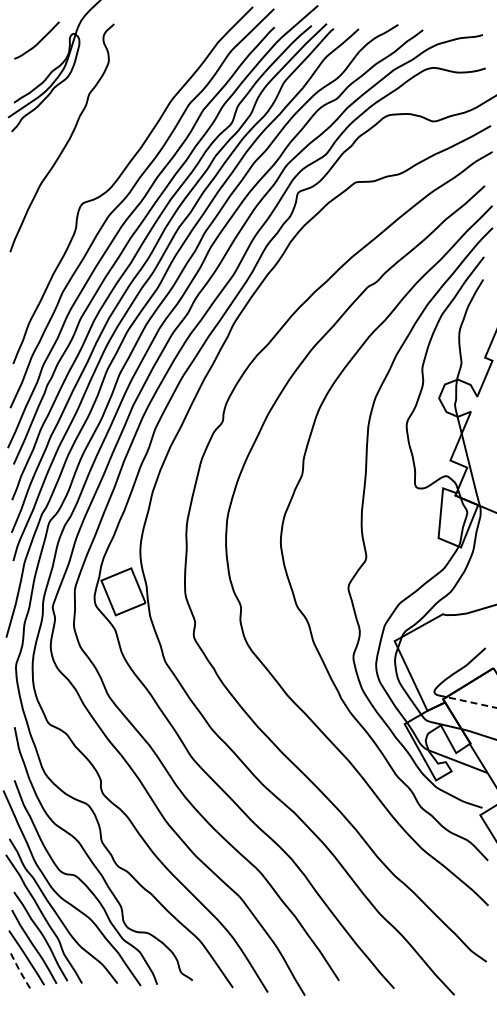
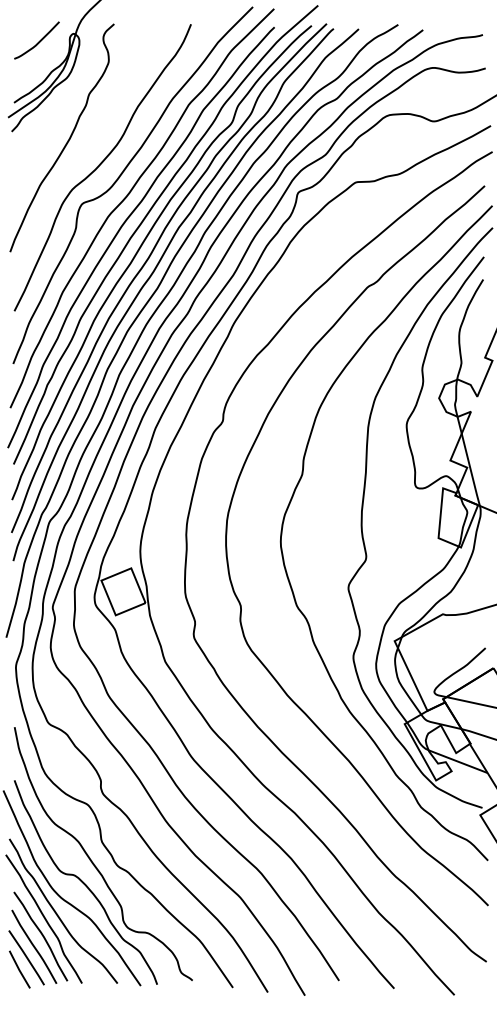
curve at (100, 165): none -> present
line at (470, 702): dashed -> solid
line at (19, 970): dashed -> solid
